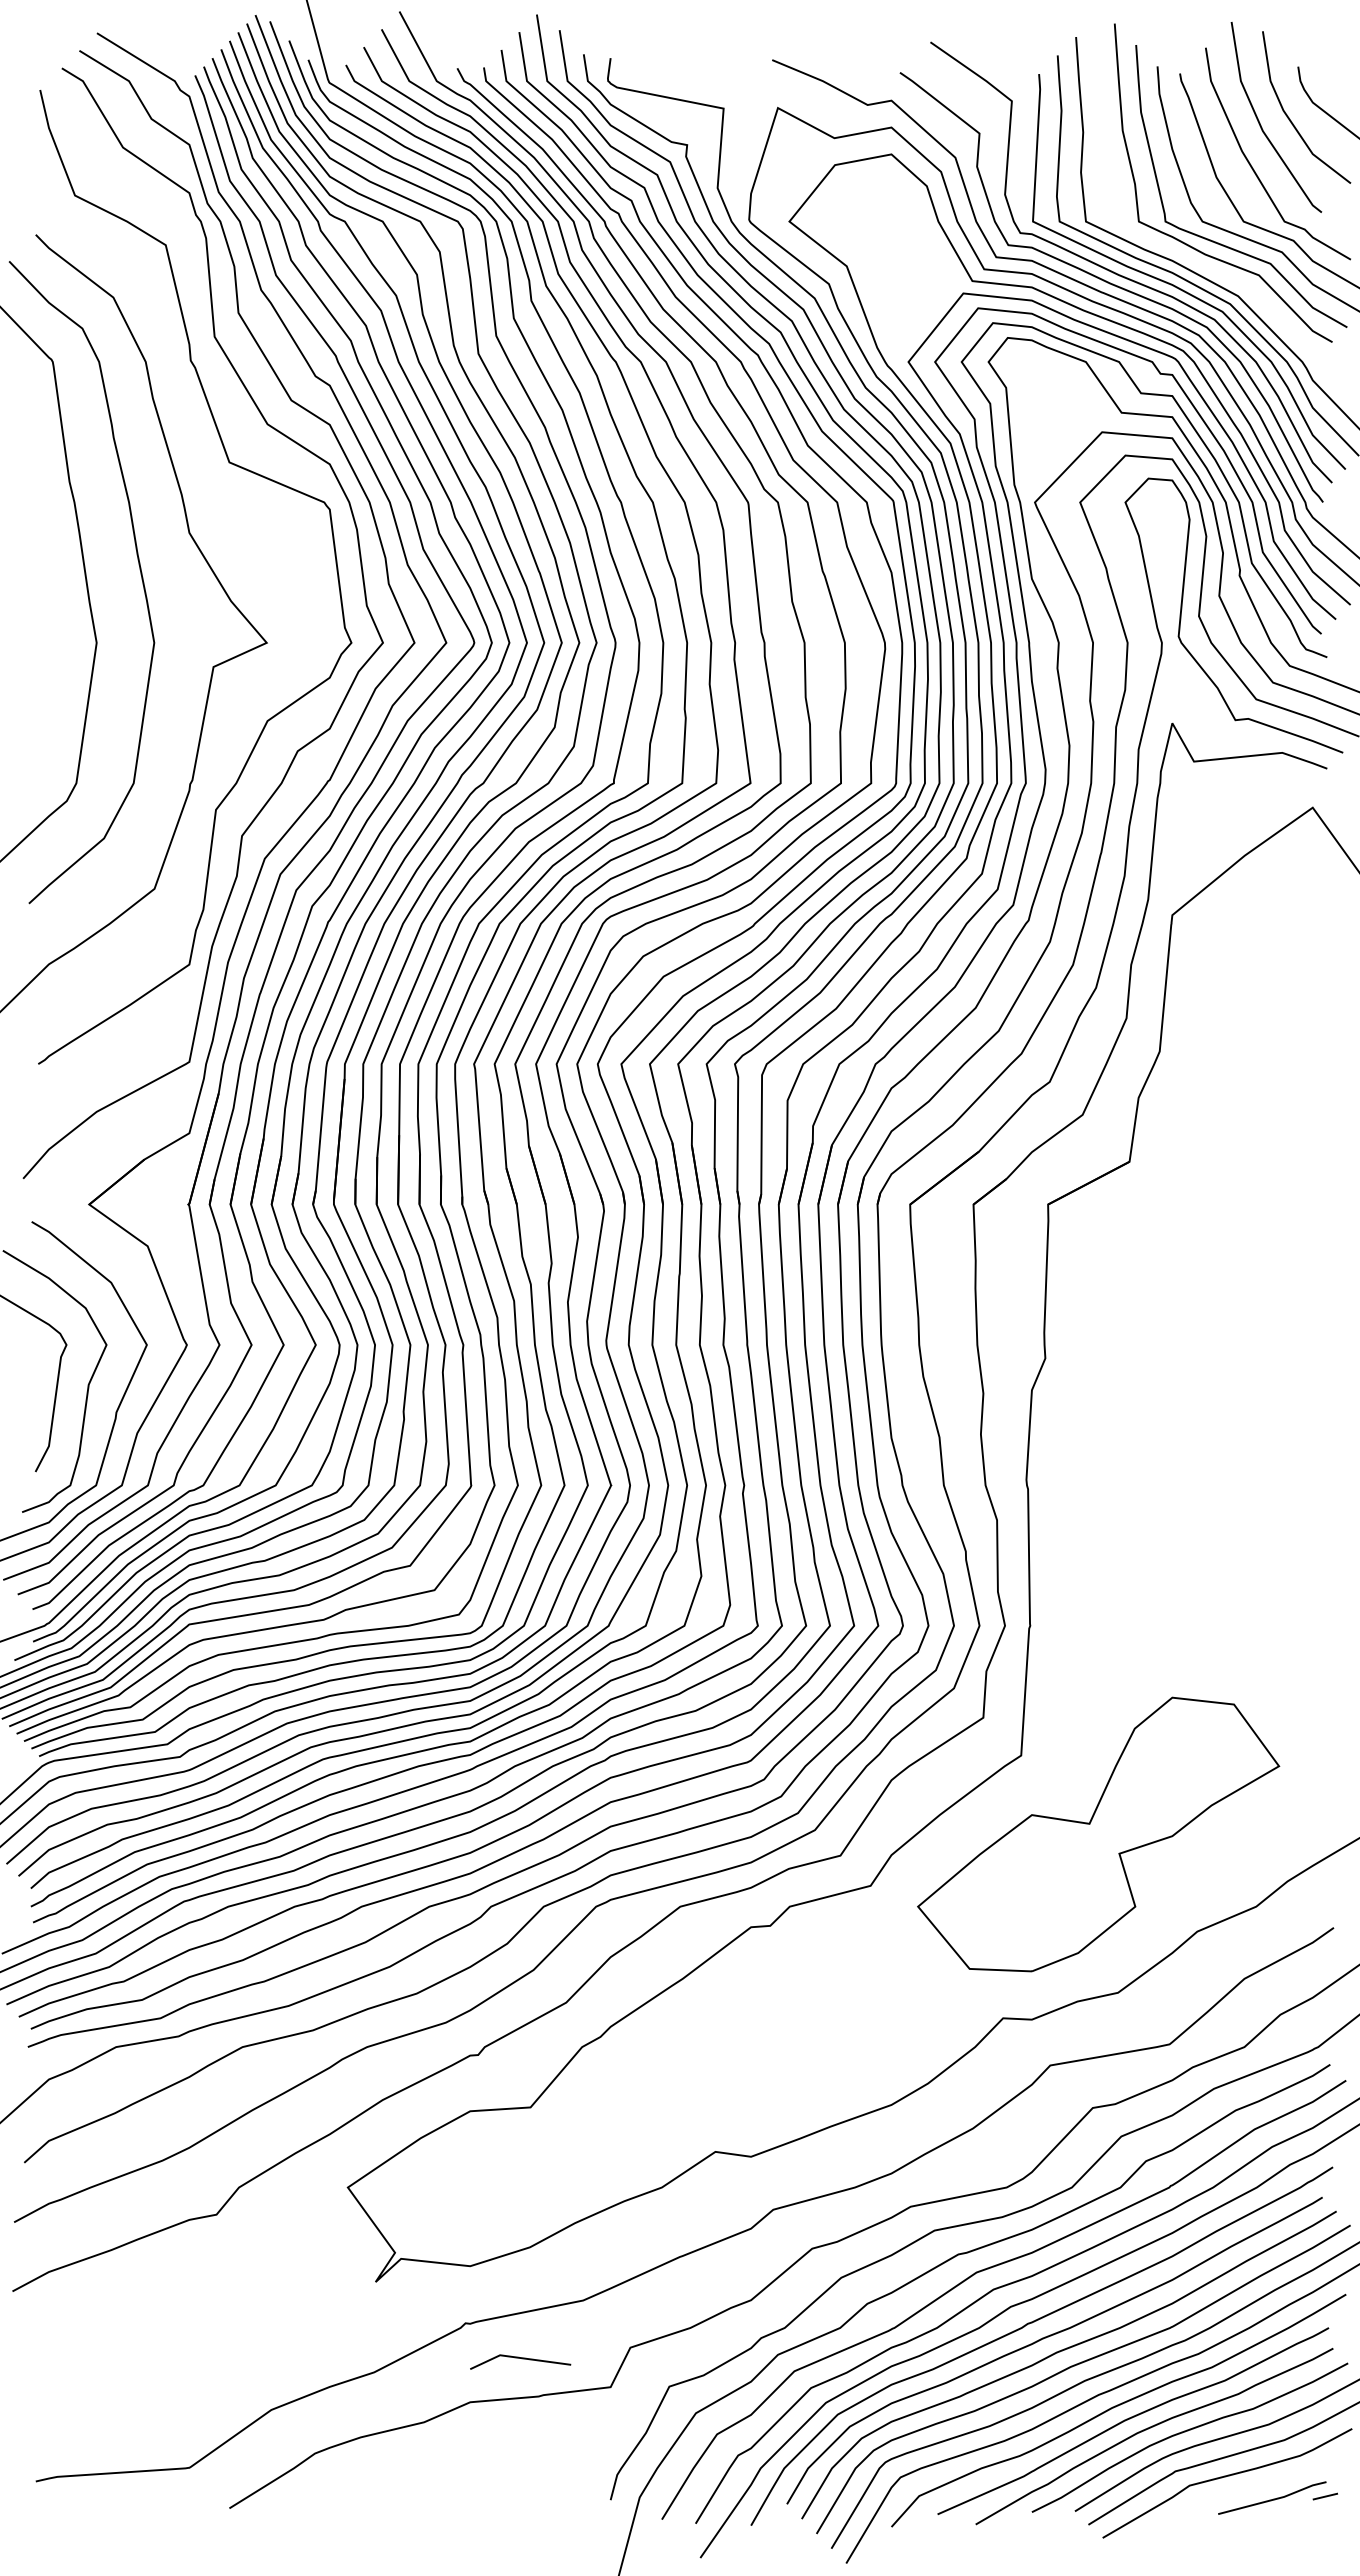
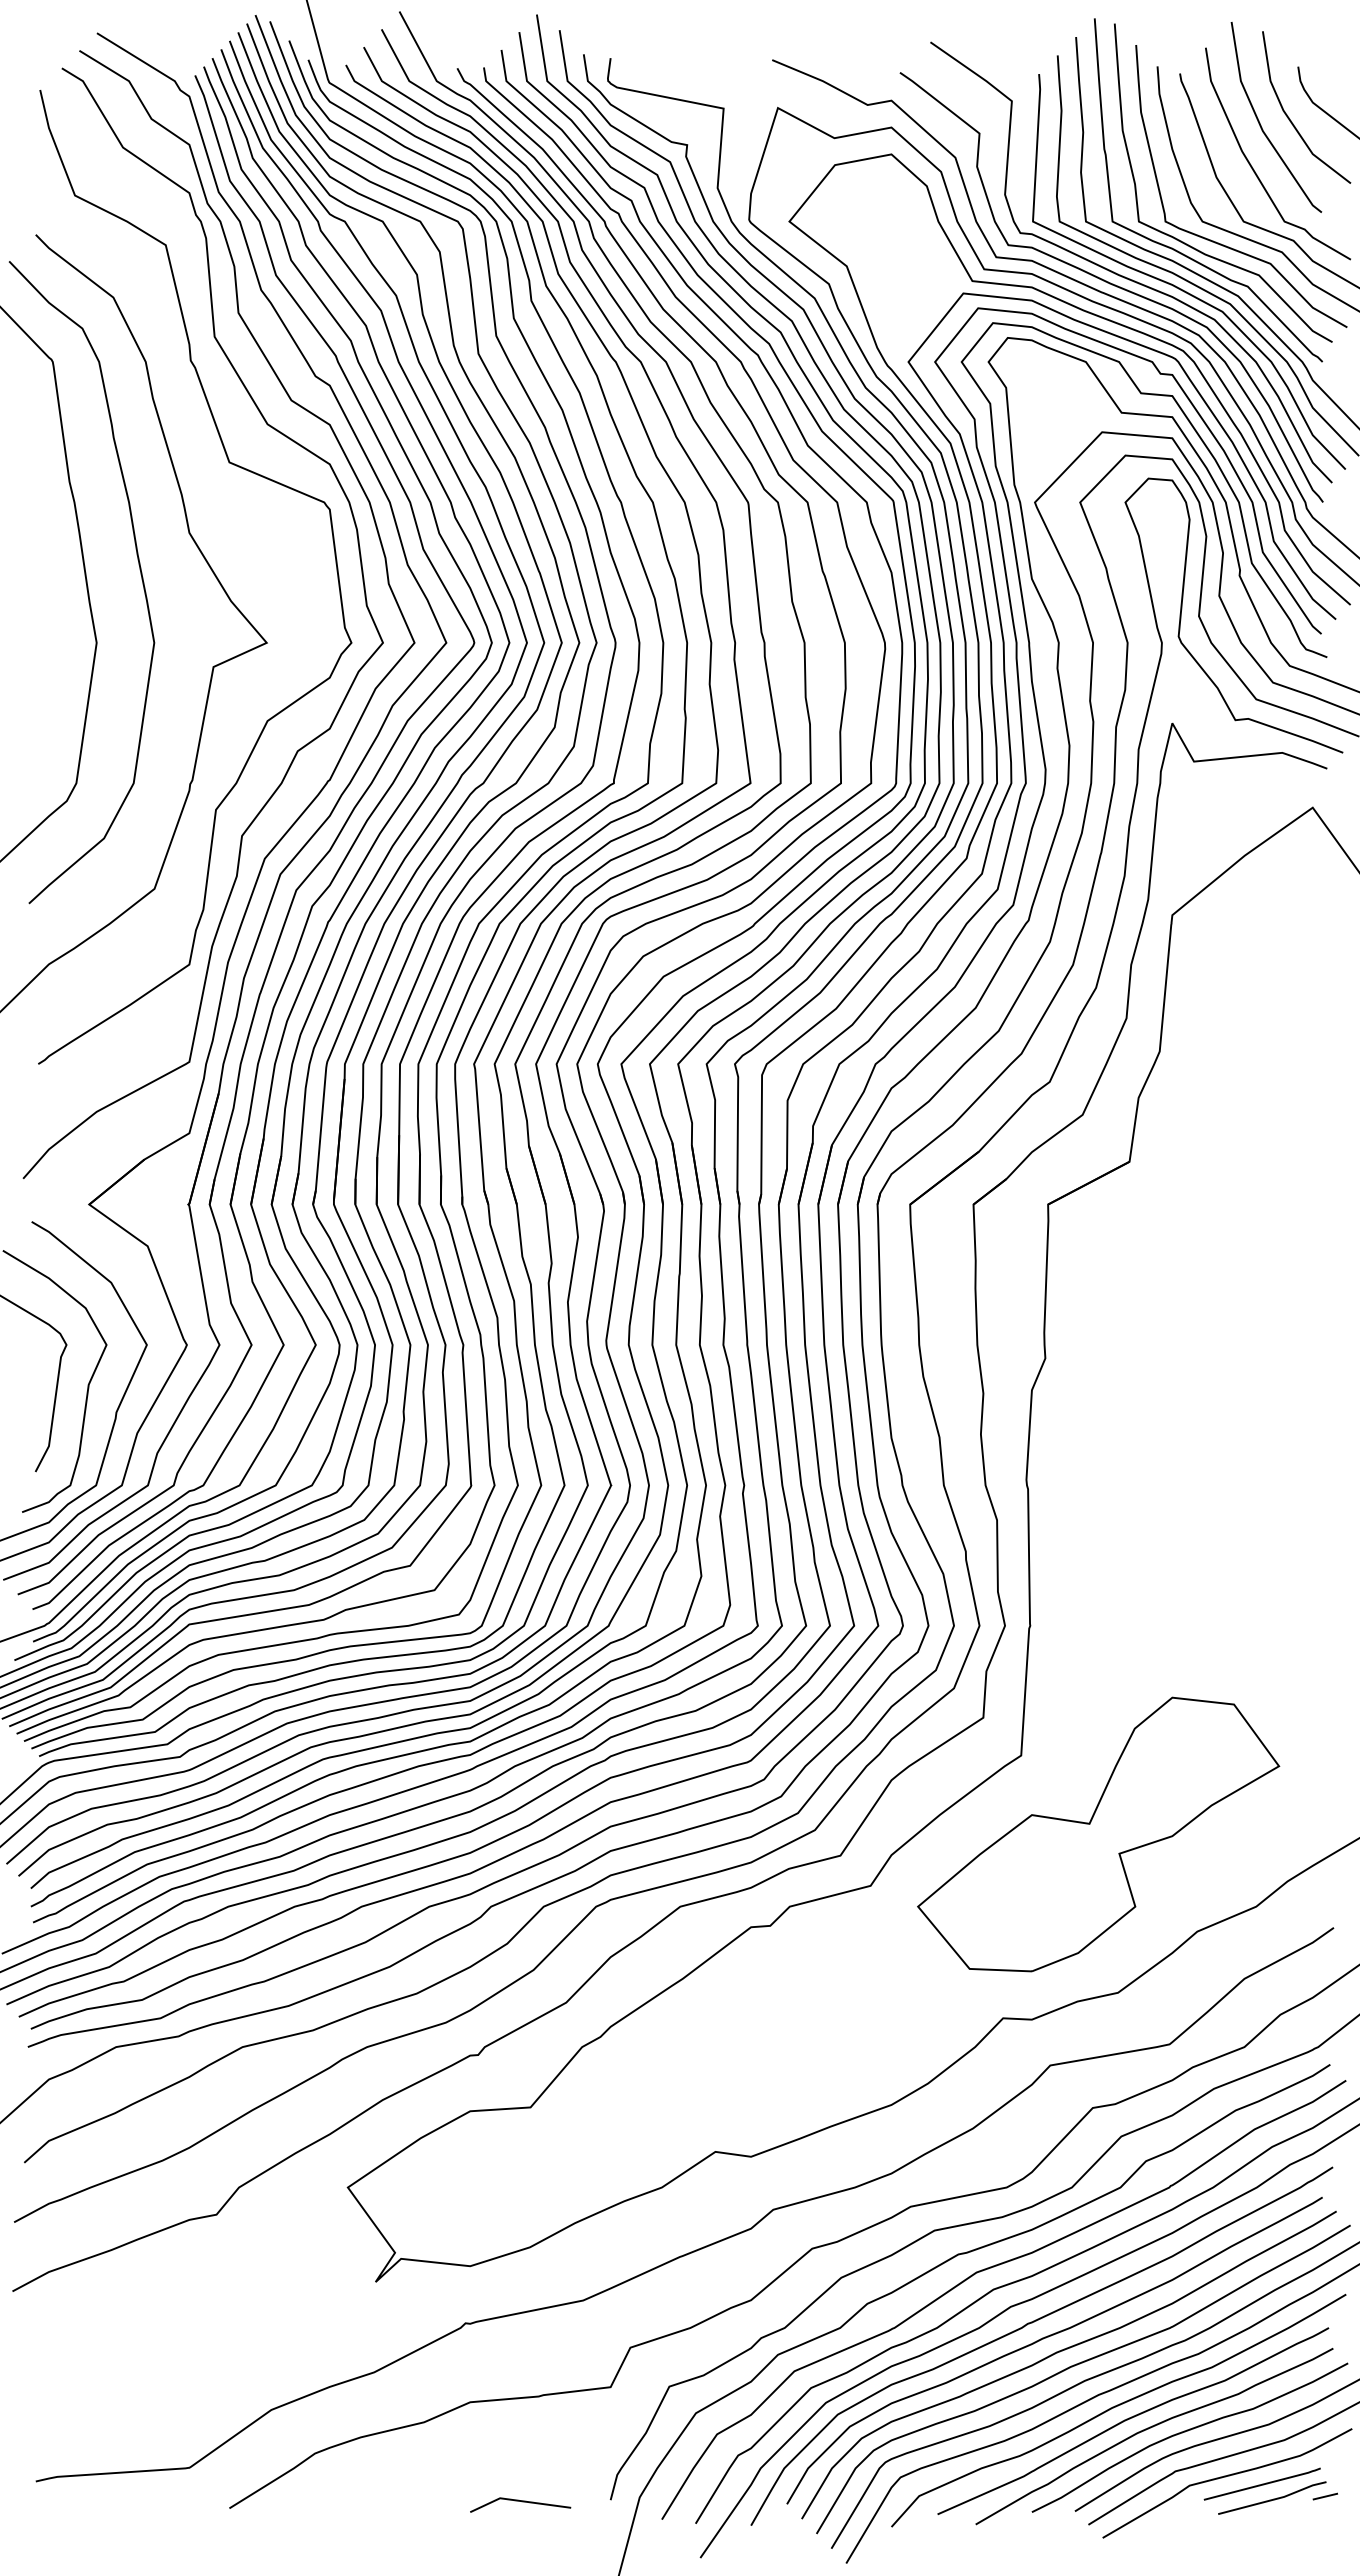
curve at (1176, 249): none -> present
line at (522, 2359) position: (522, 2359) -> (522, 2502)
line at (1262, 2483): none -> present
